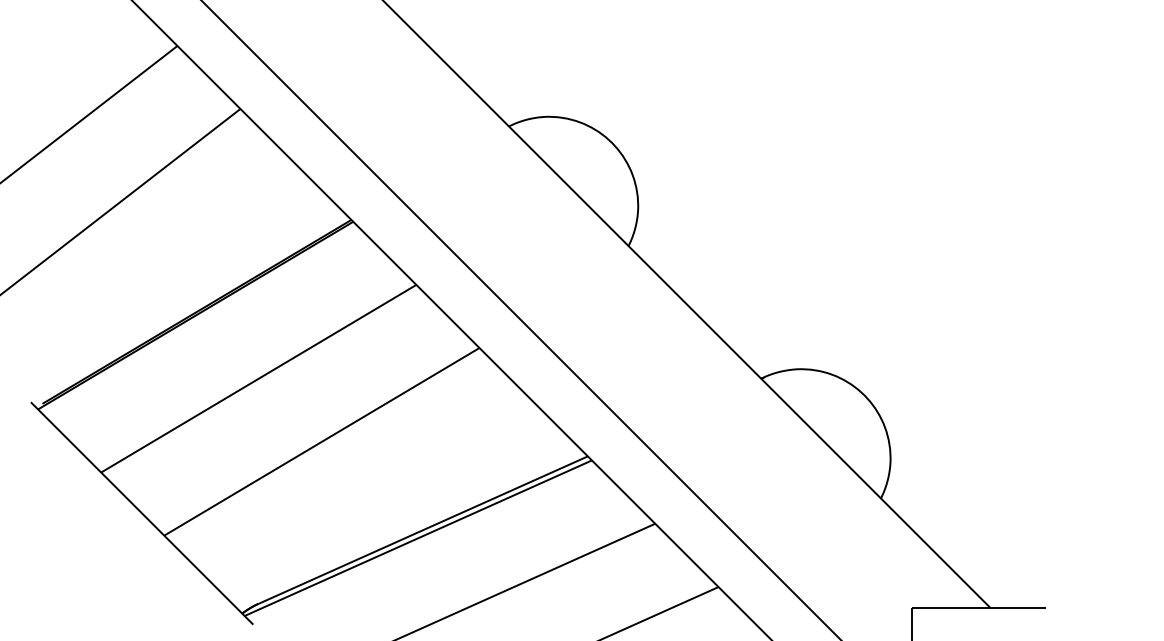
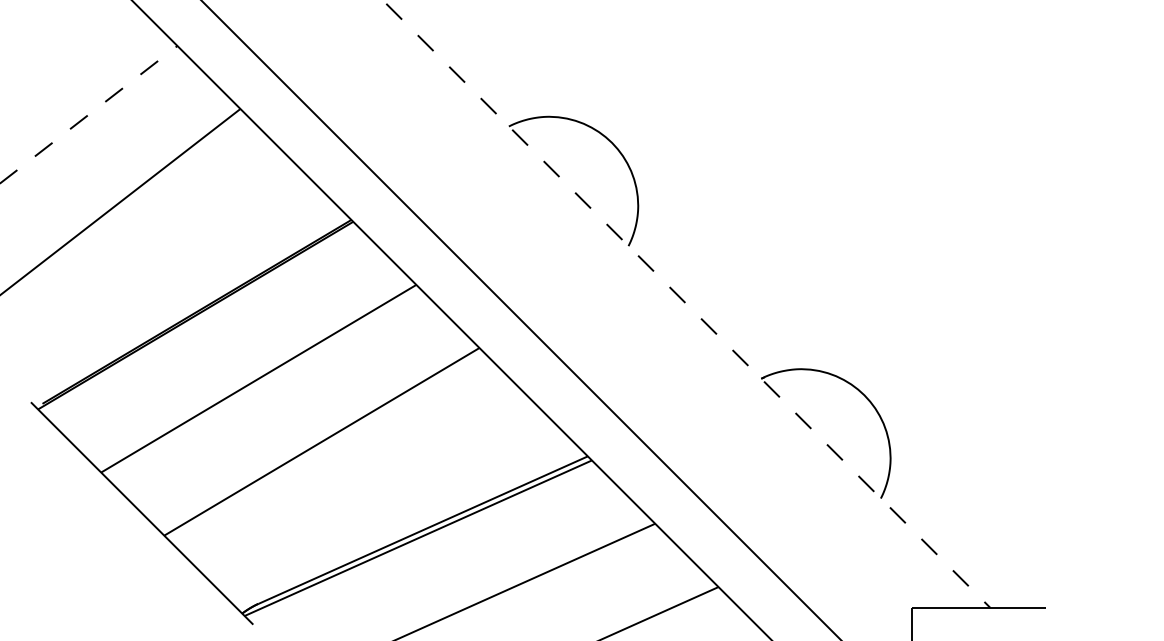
line at (89, 114): solid -> dashed
line at (687, 304): solid -> dashed
